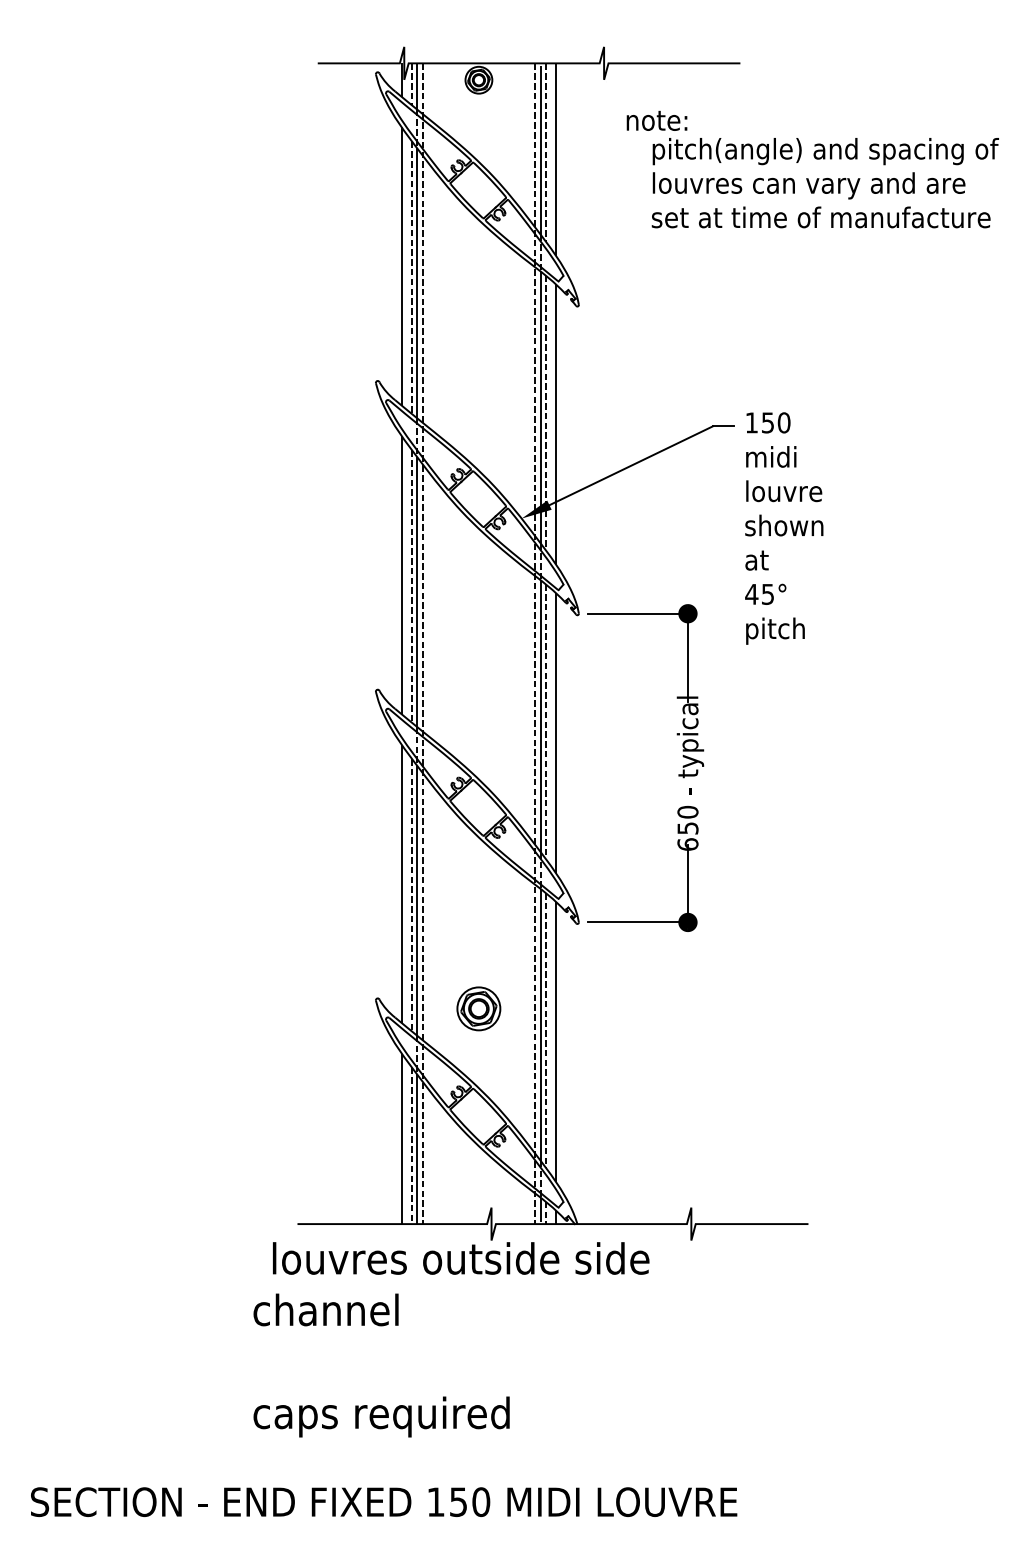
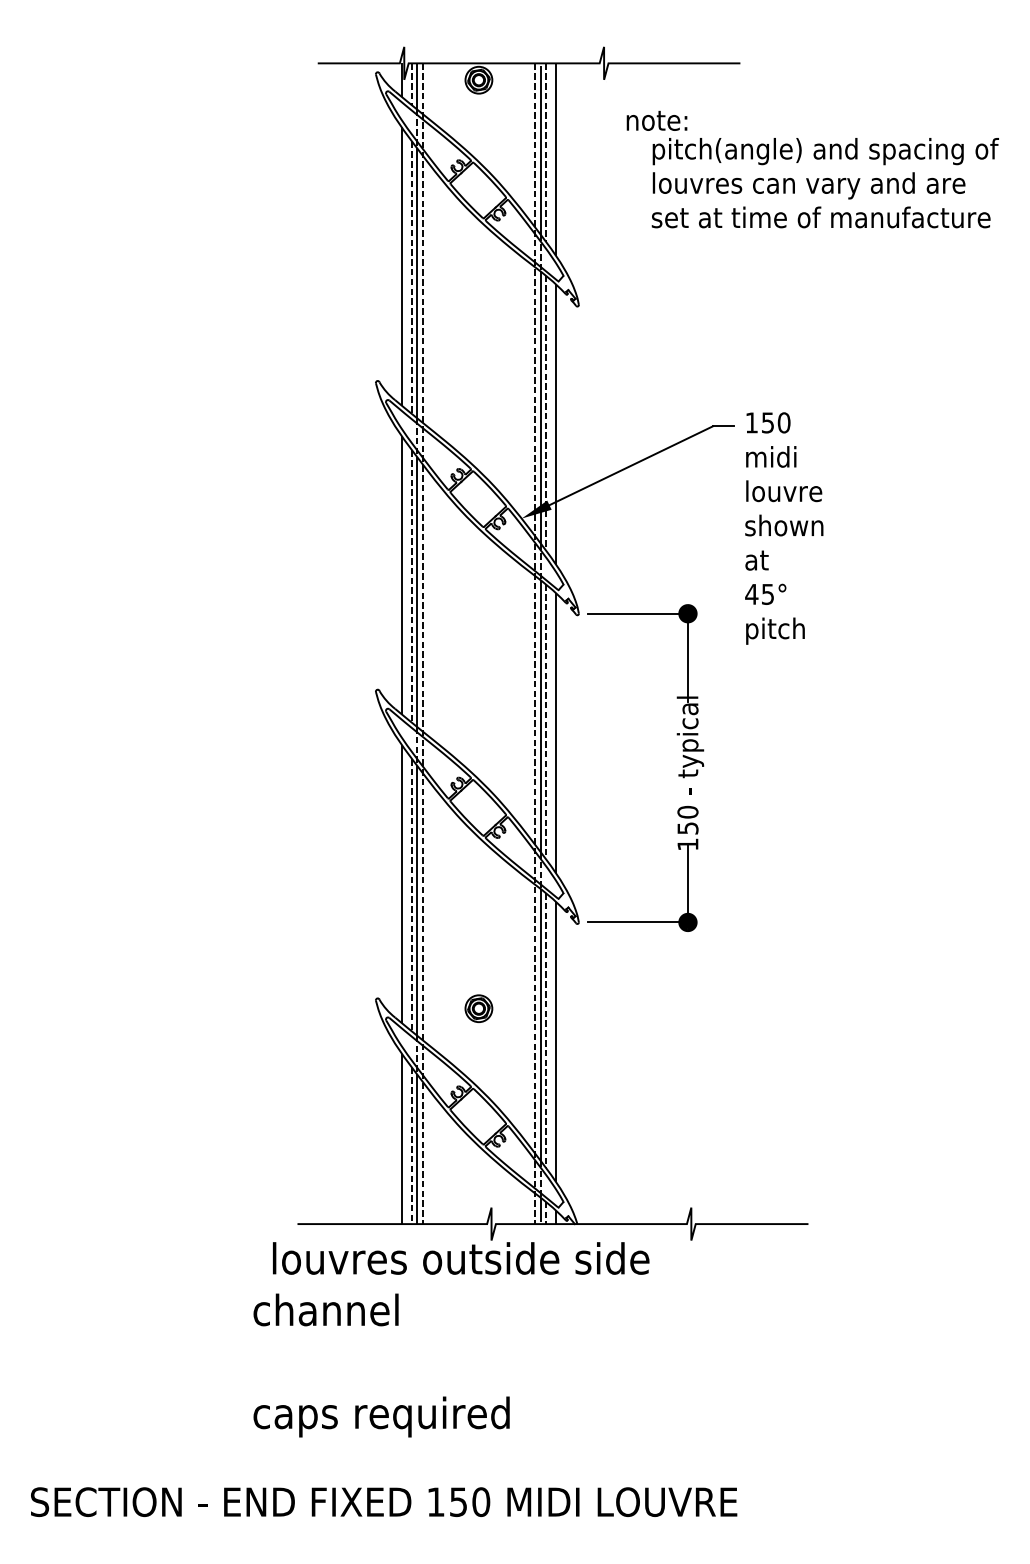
text at (687, 844): 650 -> 150
part at (478, 1008) size: 46x46 px -> 30x29 px
